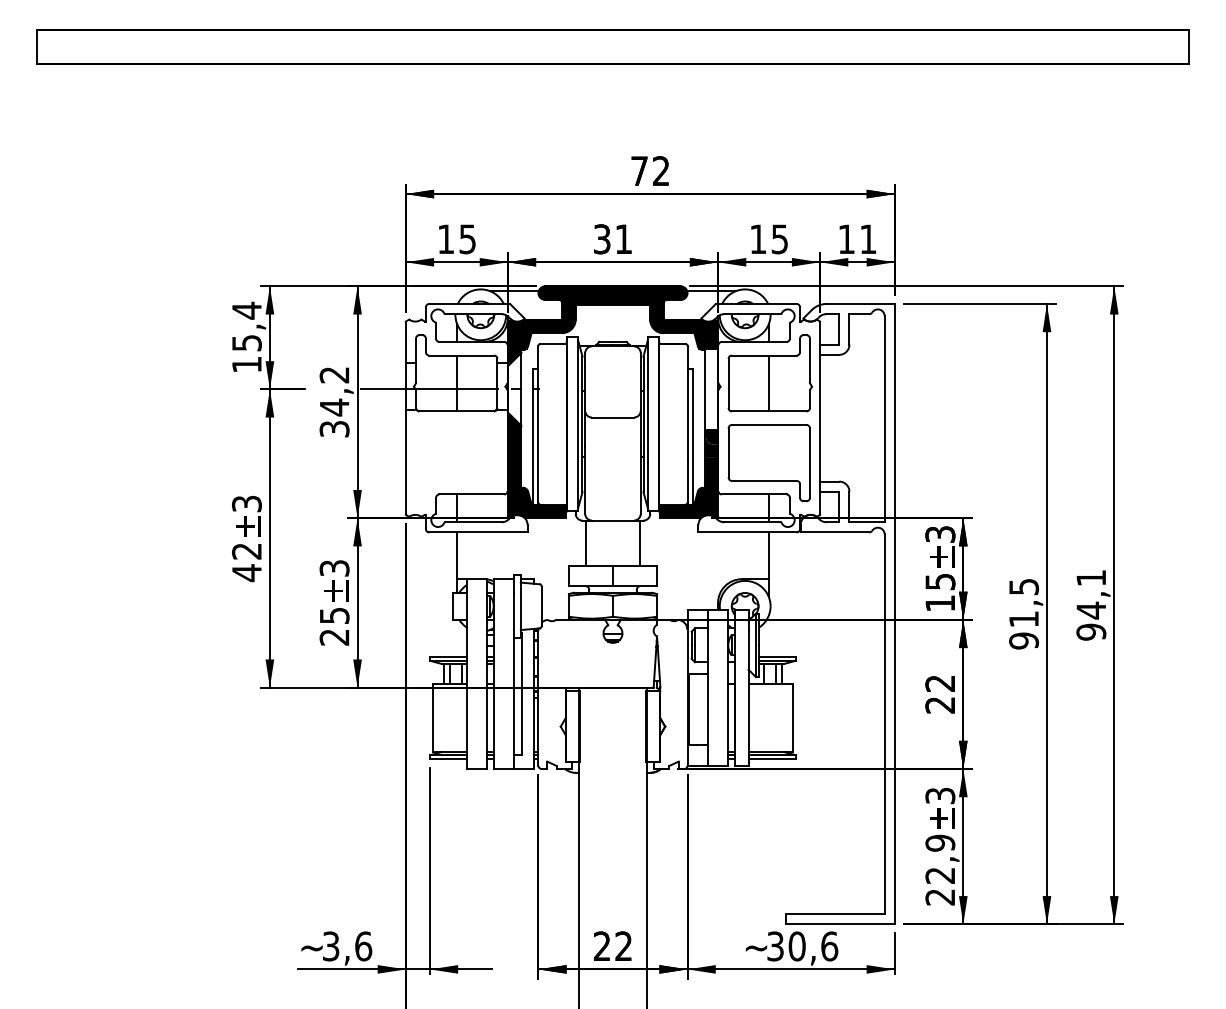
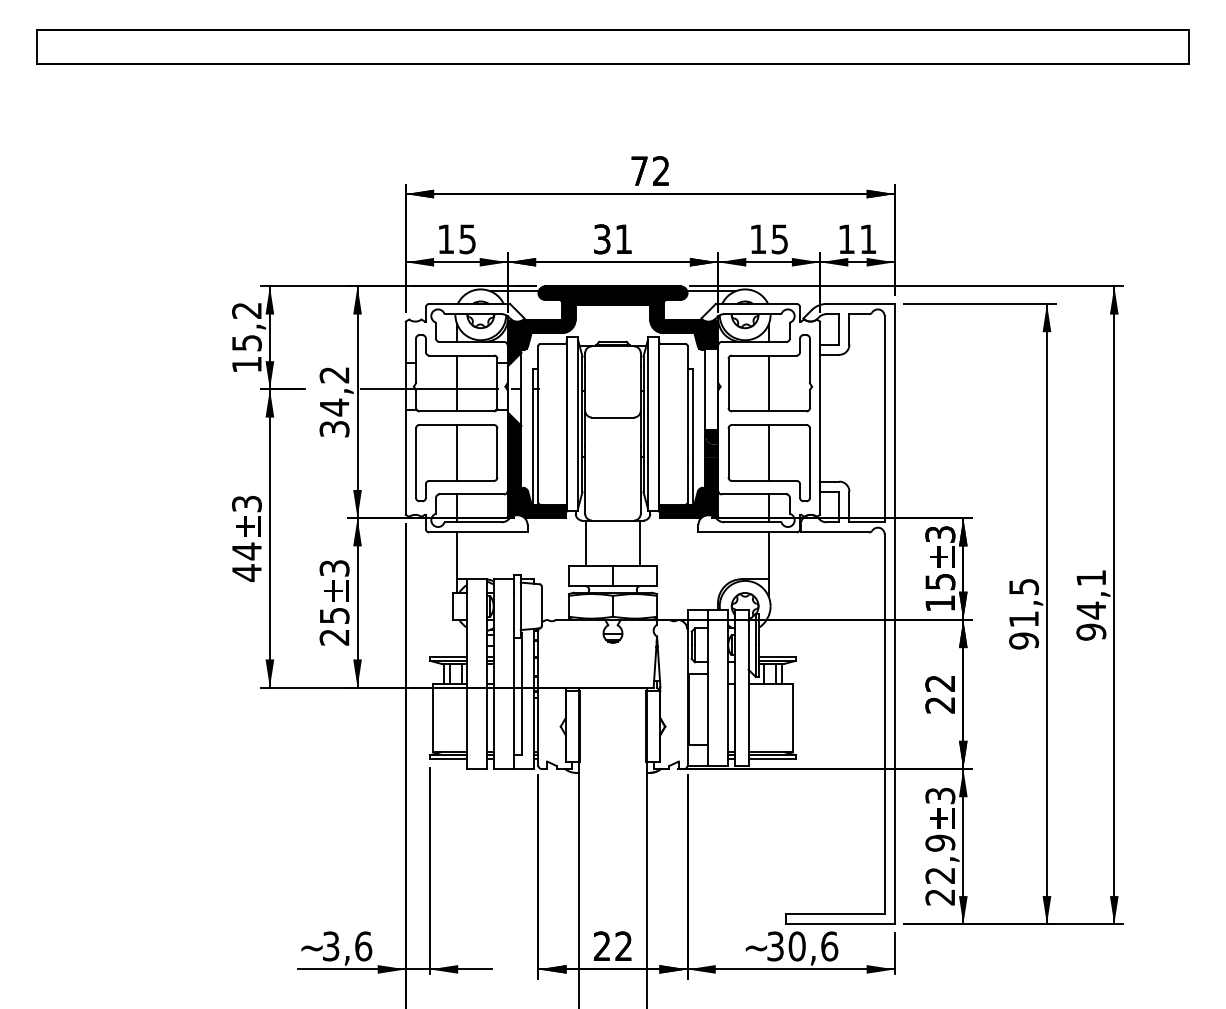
text at (246, 310): 15,4 -> 15,2
line at (768, 452): none -> present
part at (456, 462): none -> present
text at (246, 551): 42 -> 44
